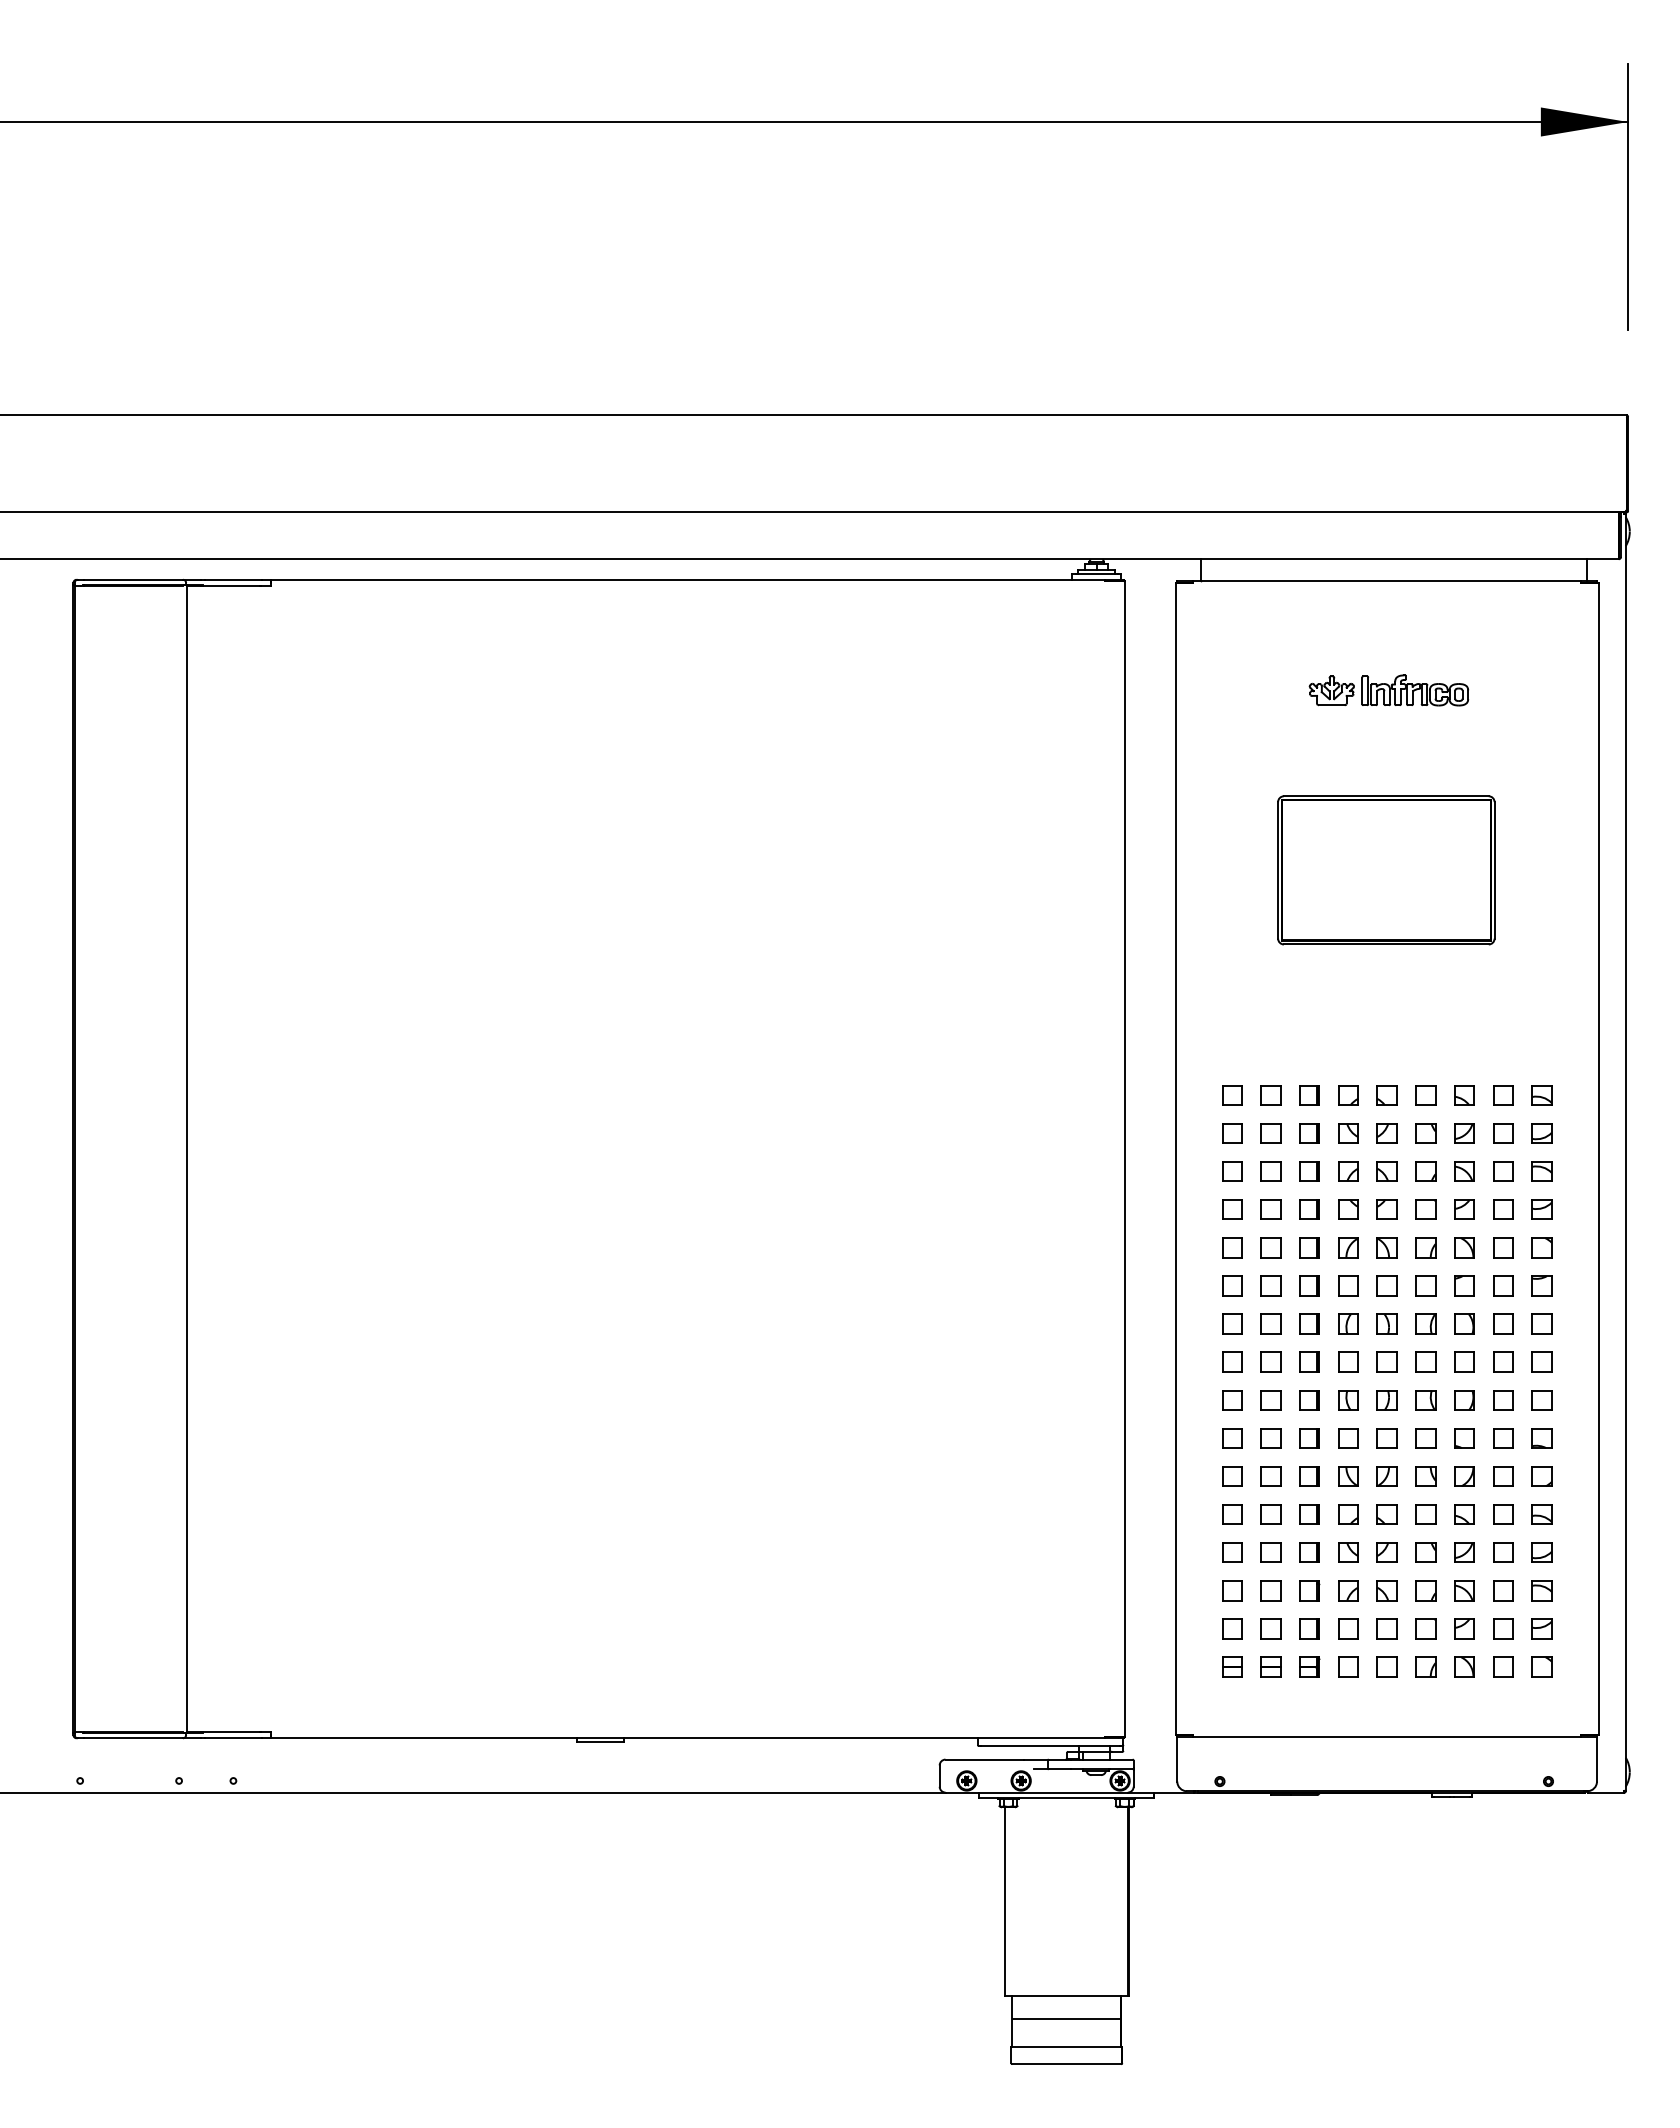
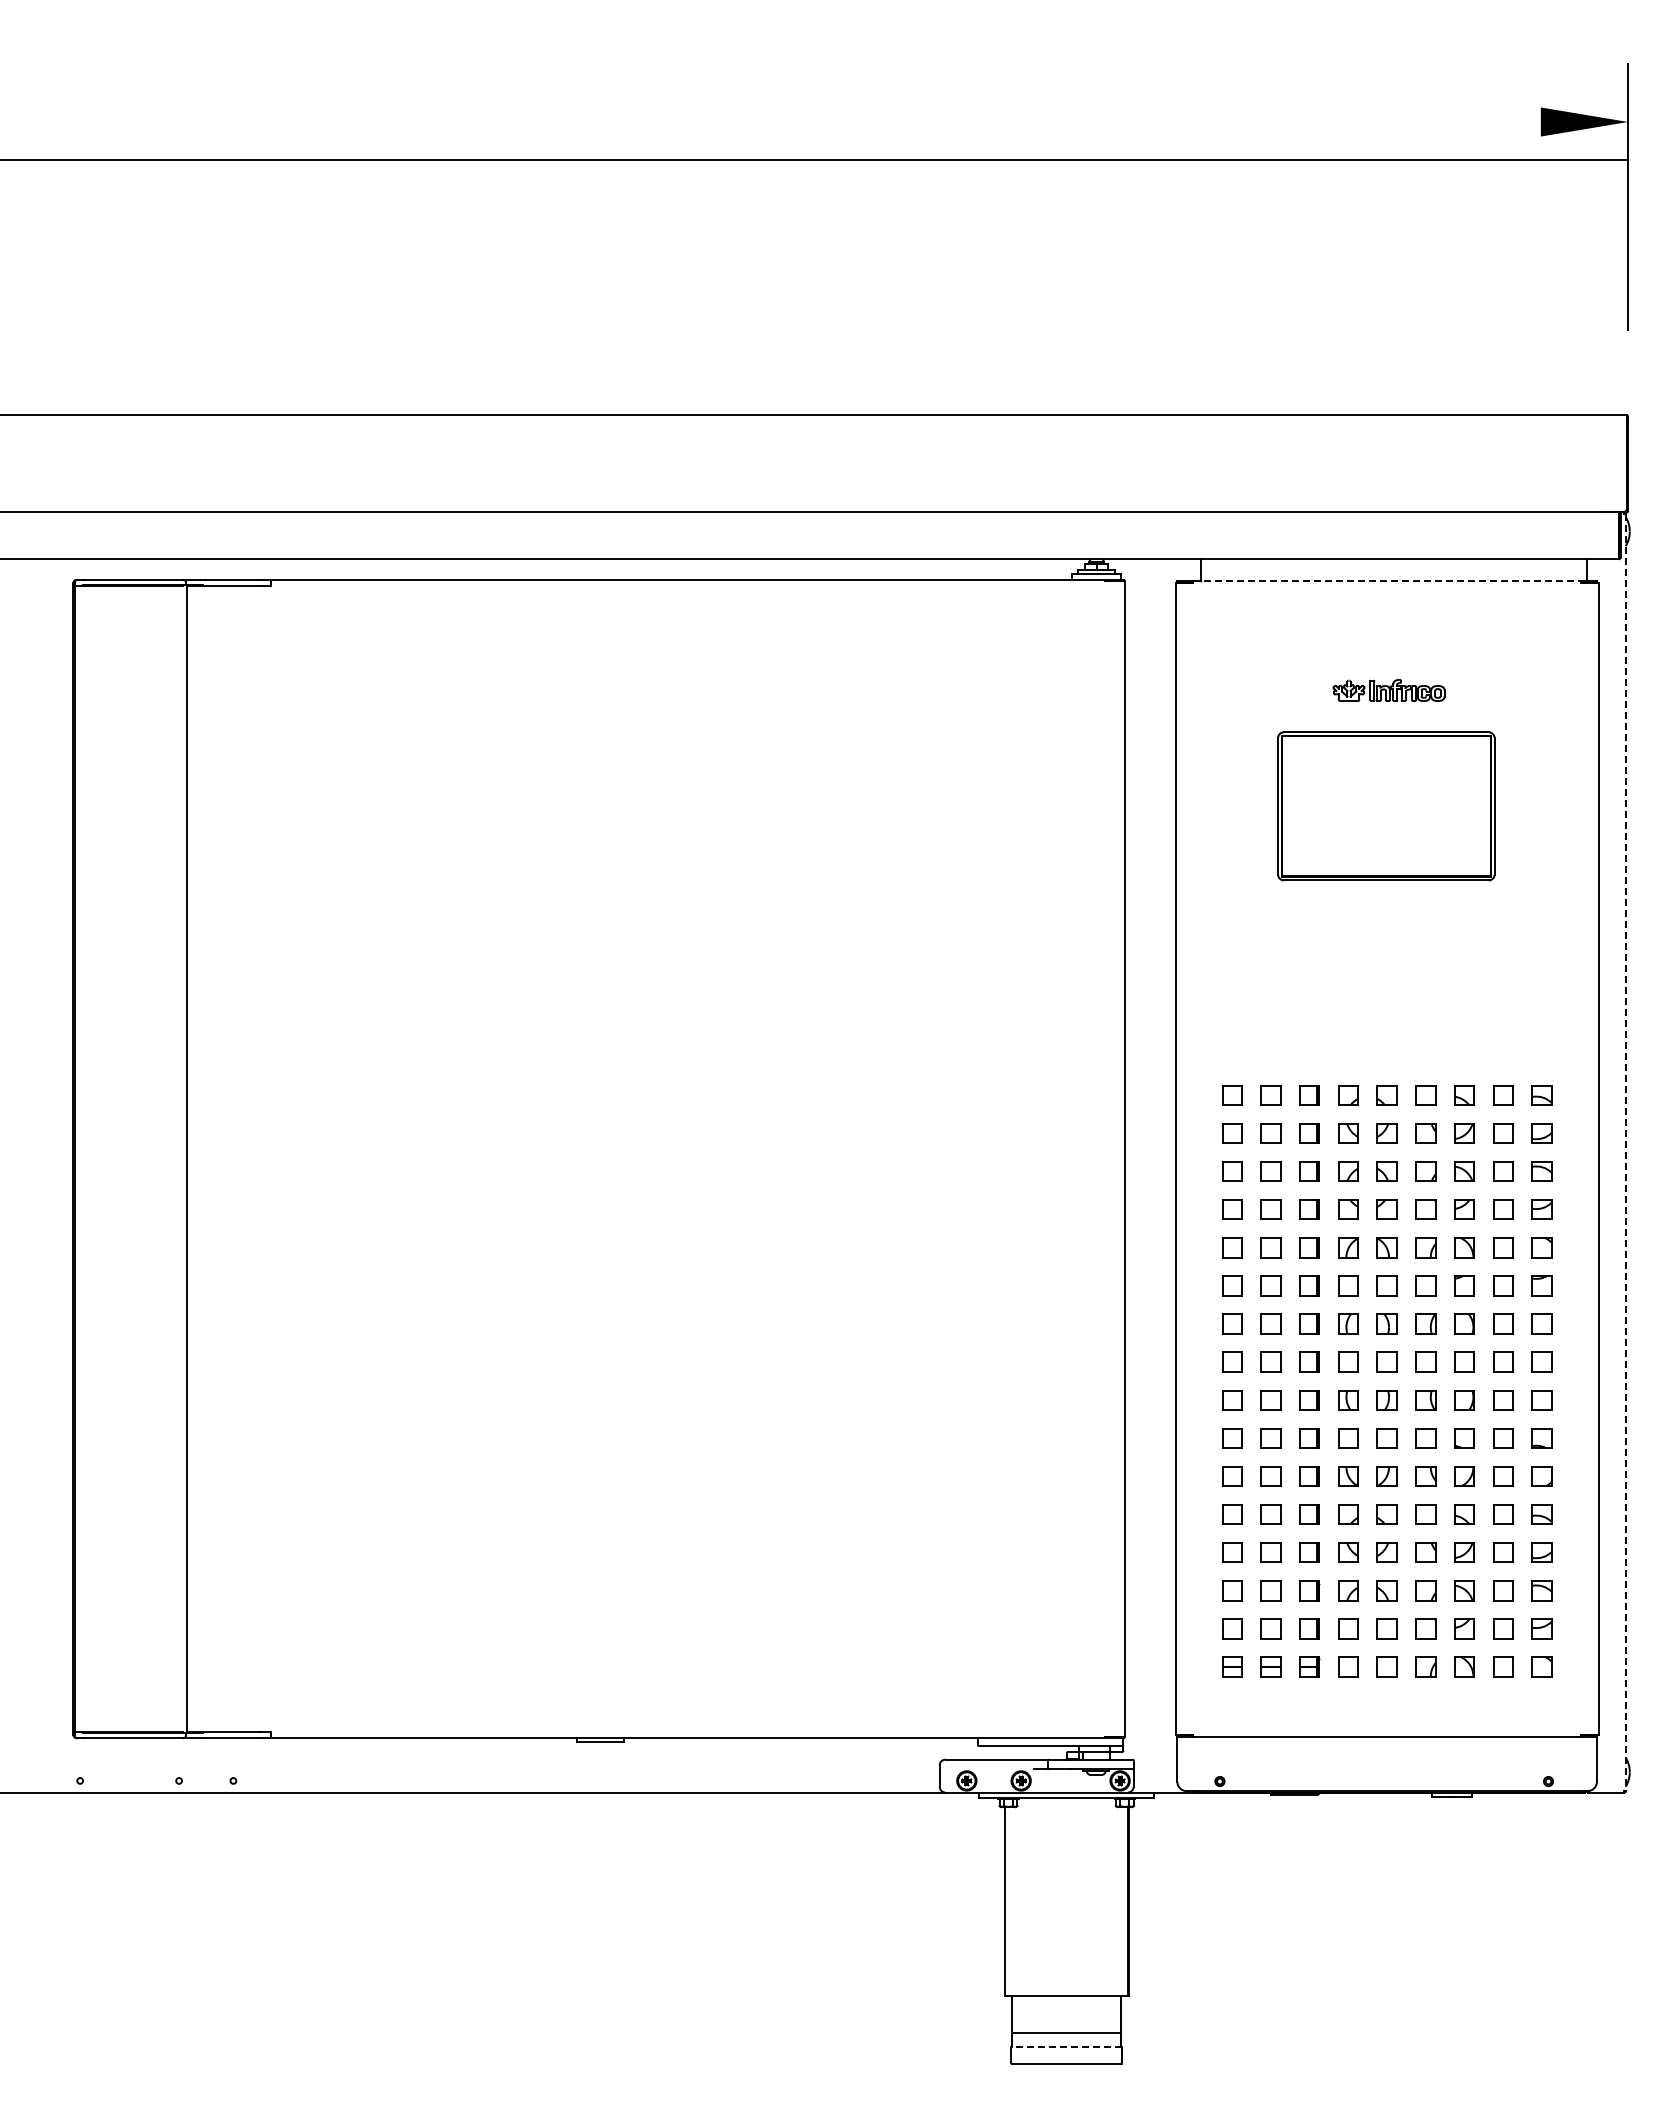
line at (815, 122) position: (815, 122) -> (815, 160)
line at (1387, 581): solid -> dashed
part at (1388, 690) size: 162x33 px -> 114x23 px
part at (1386, 870) position: (1386, 870) -> (1386, 806)
line at (1625, 1152): solid -> dashed
line at (1066, 2018) position: (1066, 2018) -> (1066, 2032)
line at (1066, 2046): solid -> dashed
